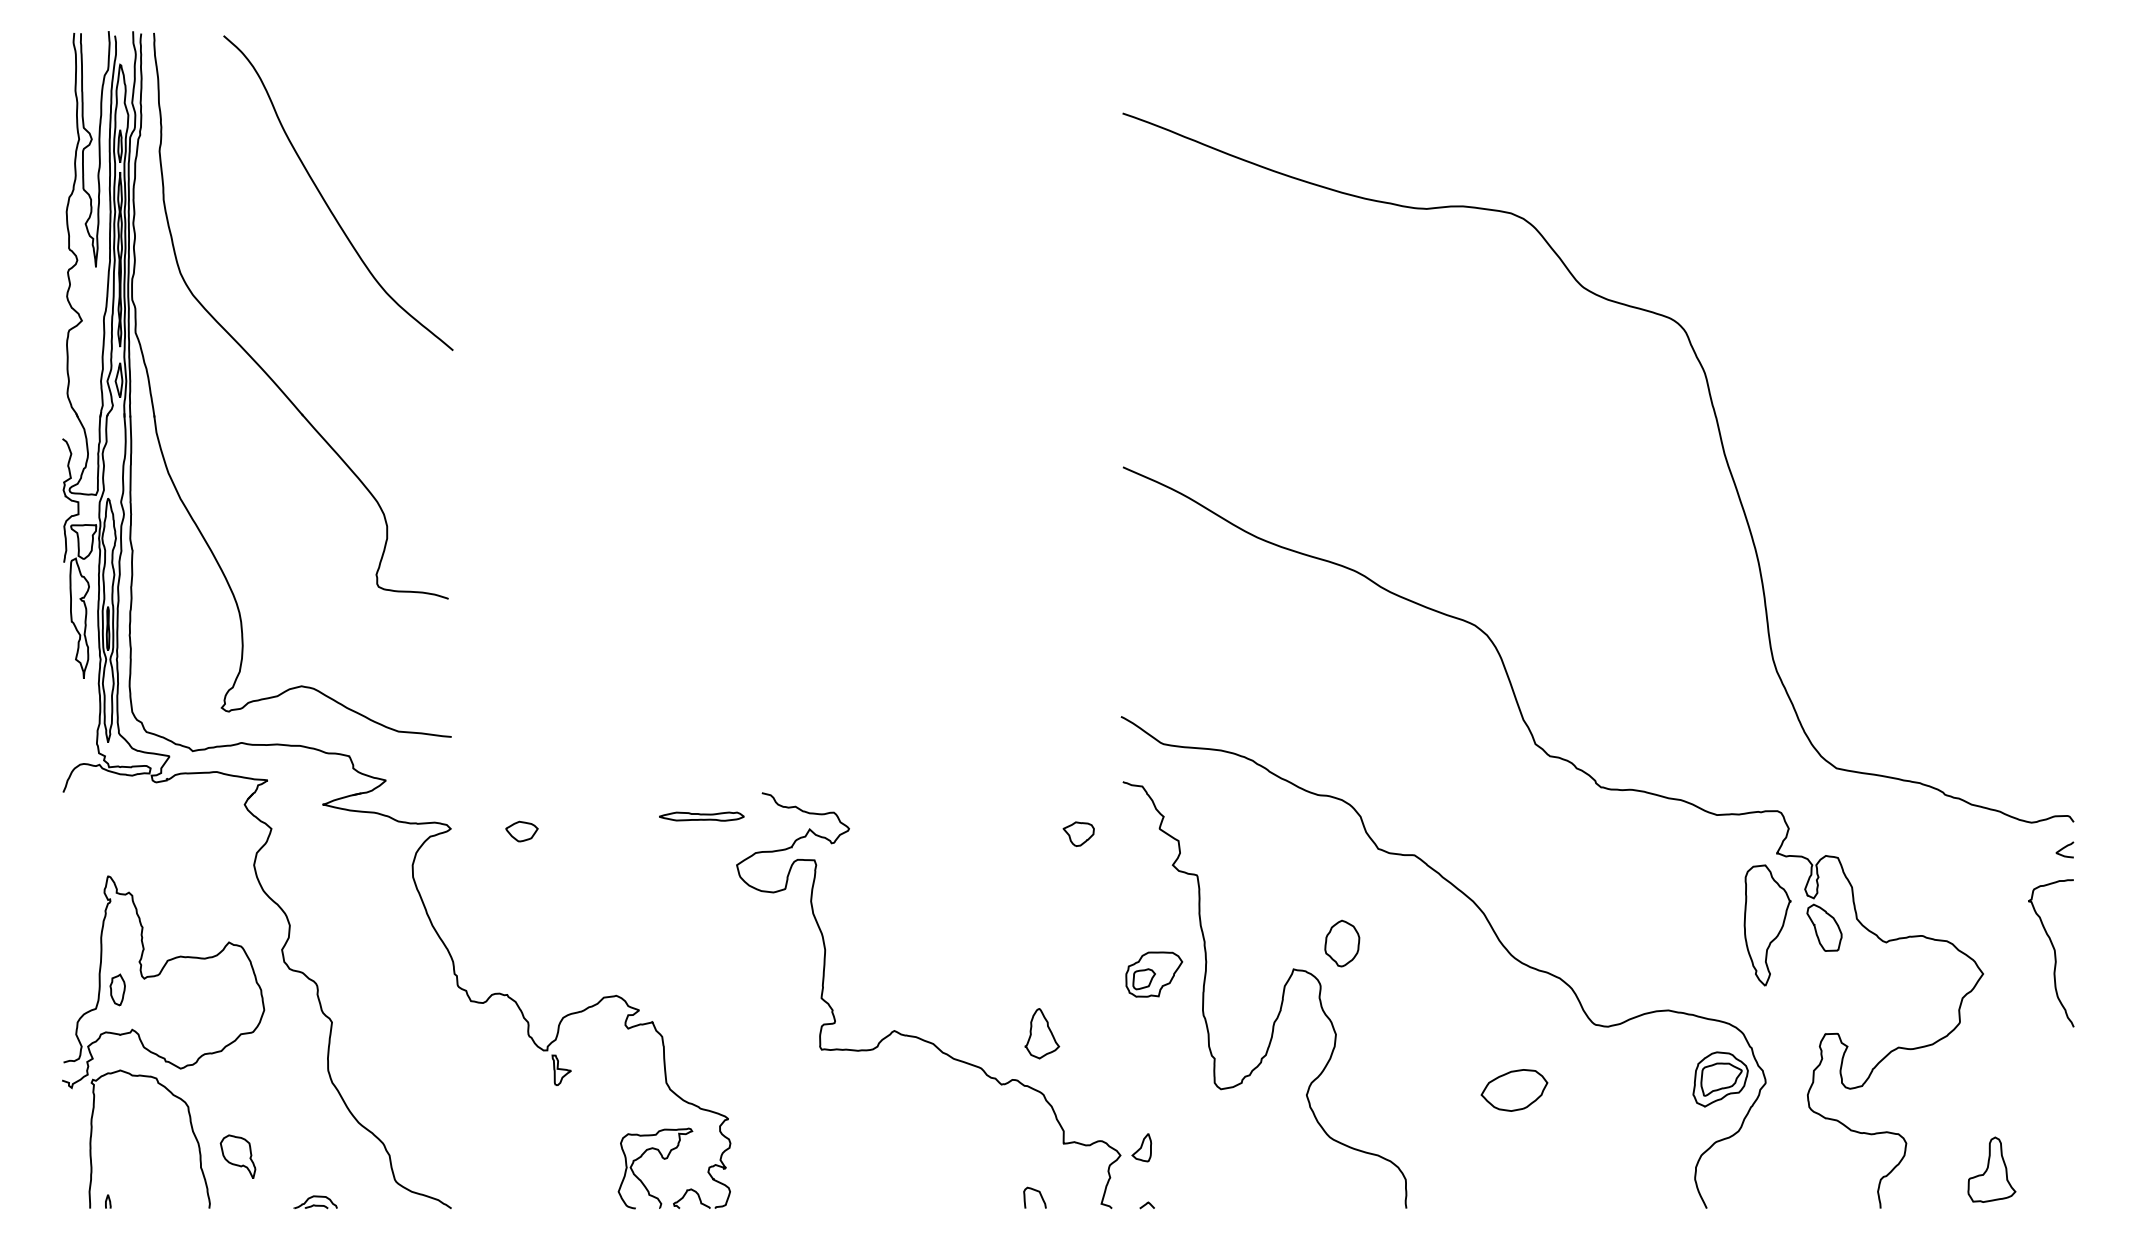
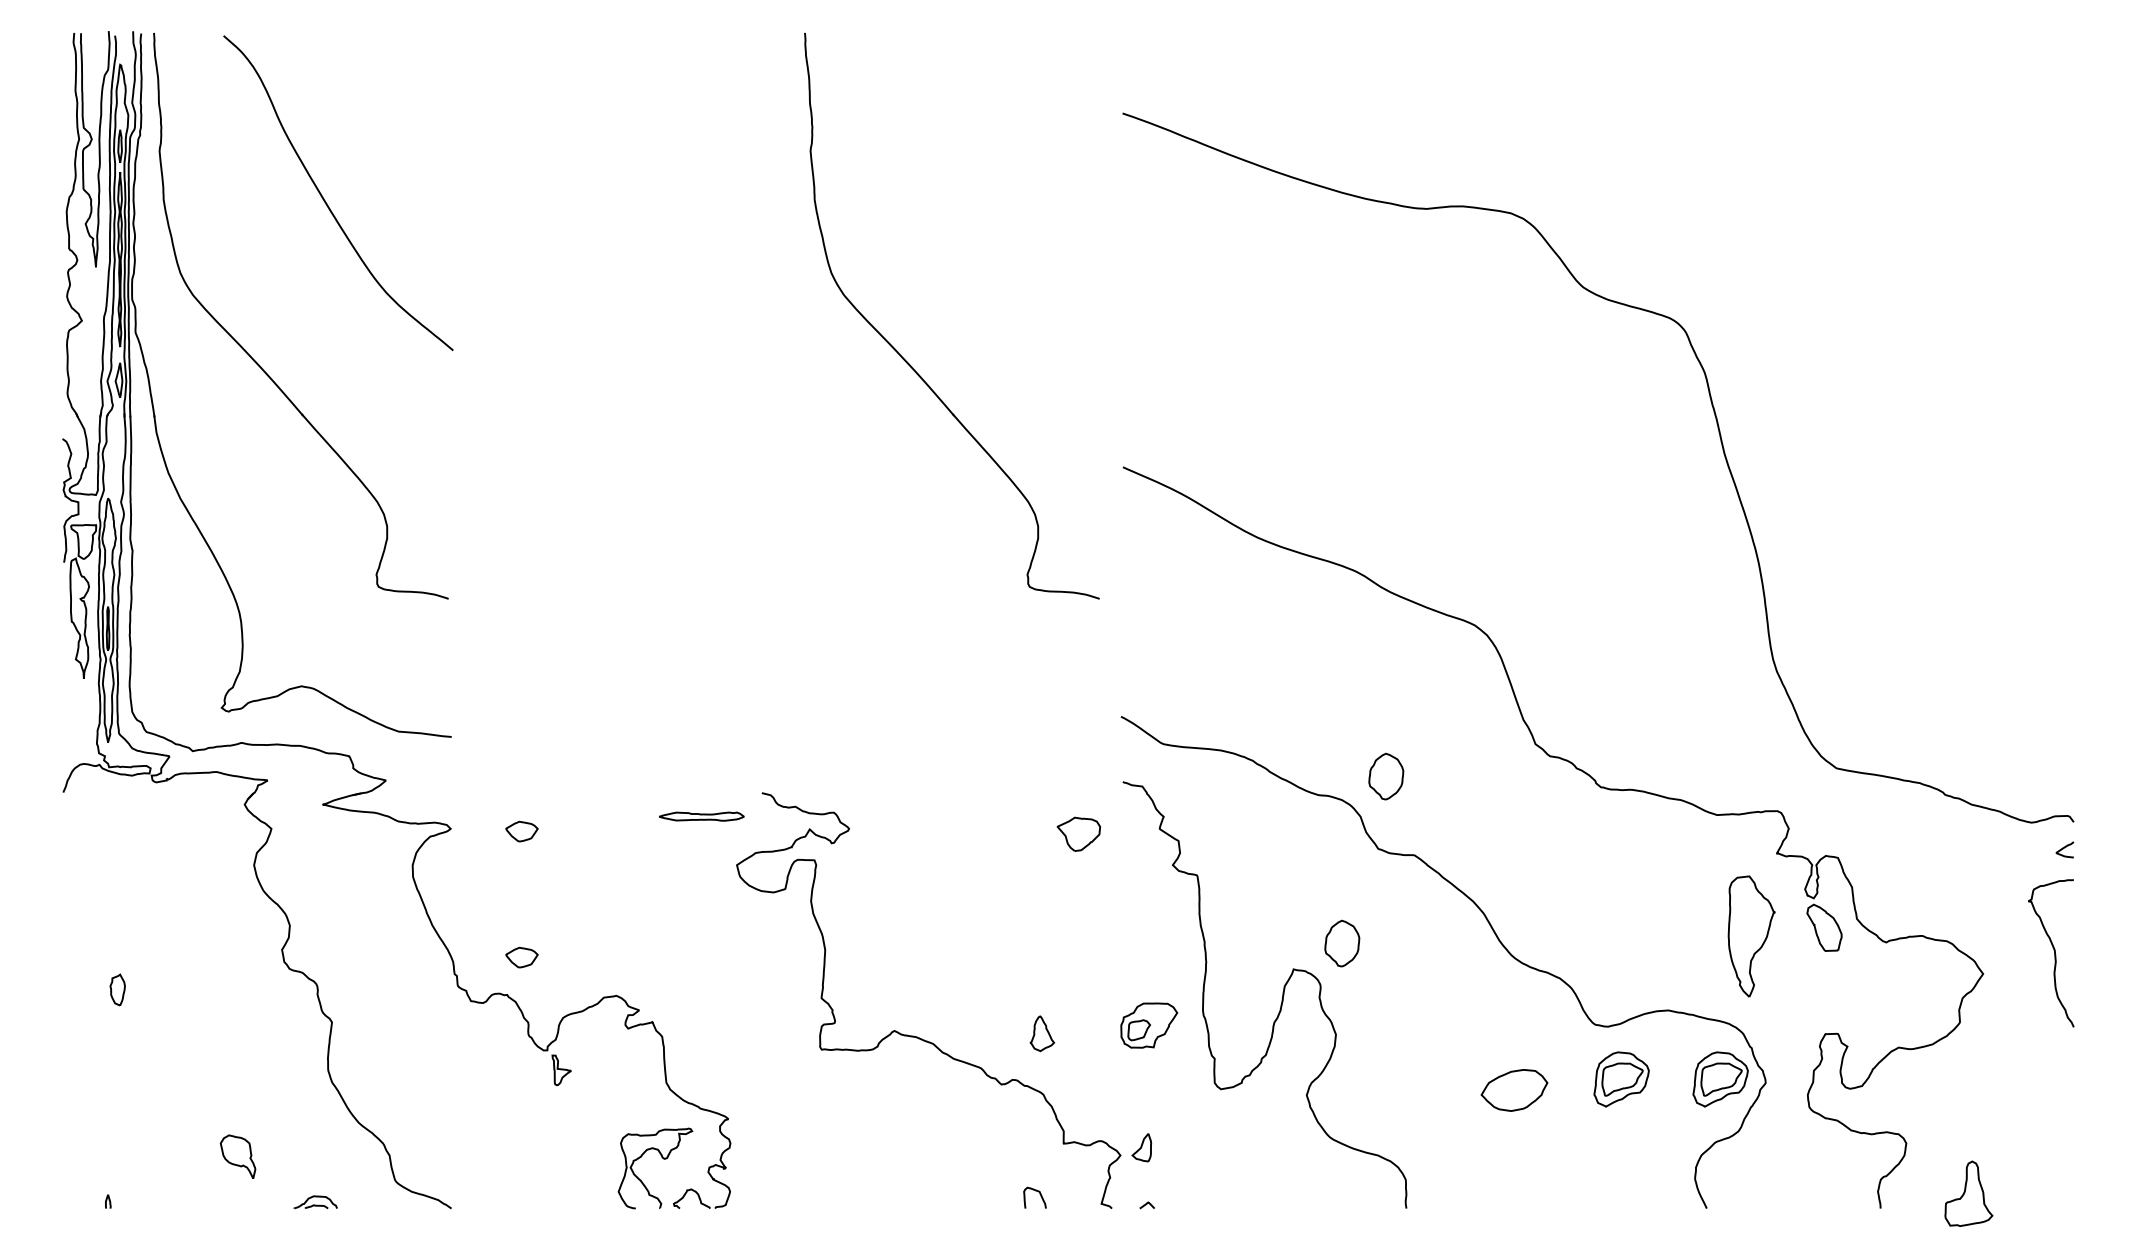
part at (906, 360): none -> present
part at (1386, 776): none -> present
part at (1078, 833) size: 33x26 px -> 45x36 px
part at (1767, 925) position: (1767, 925) -> (1751, 936)
part at (521, 957): none -> present
part at (1154, 974) position: (1154, 974) -> (1149, 1025)
part at (1042, 1033) size: 37x52 px -> 27x38 px
part at (156, 1053): present -> none
part at (1621, 1079): none -> present
part at (1991, 1169) position: (1991, 1169) -> (1968, 1193)
